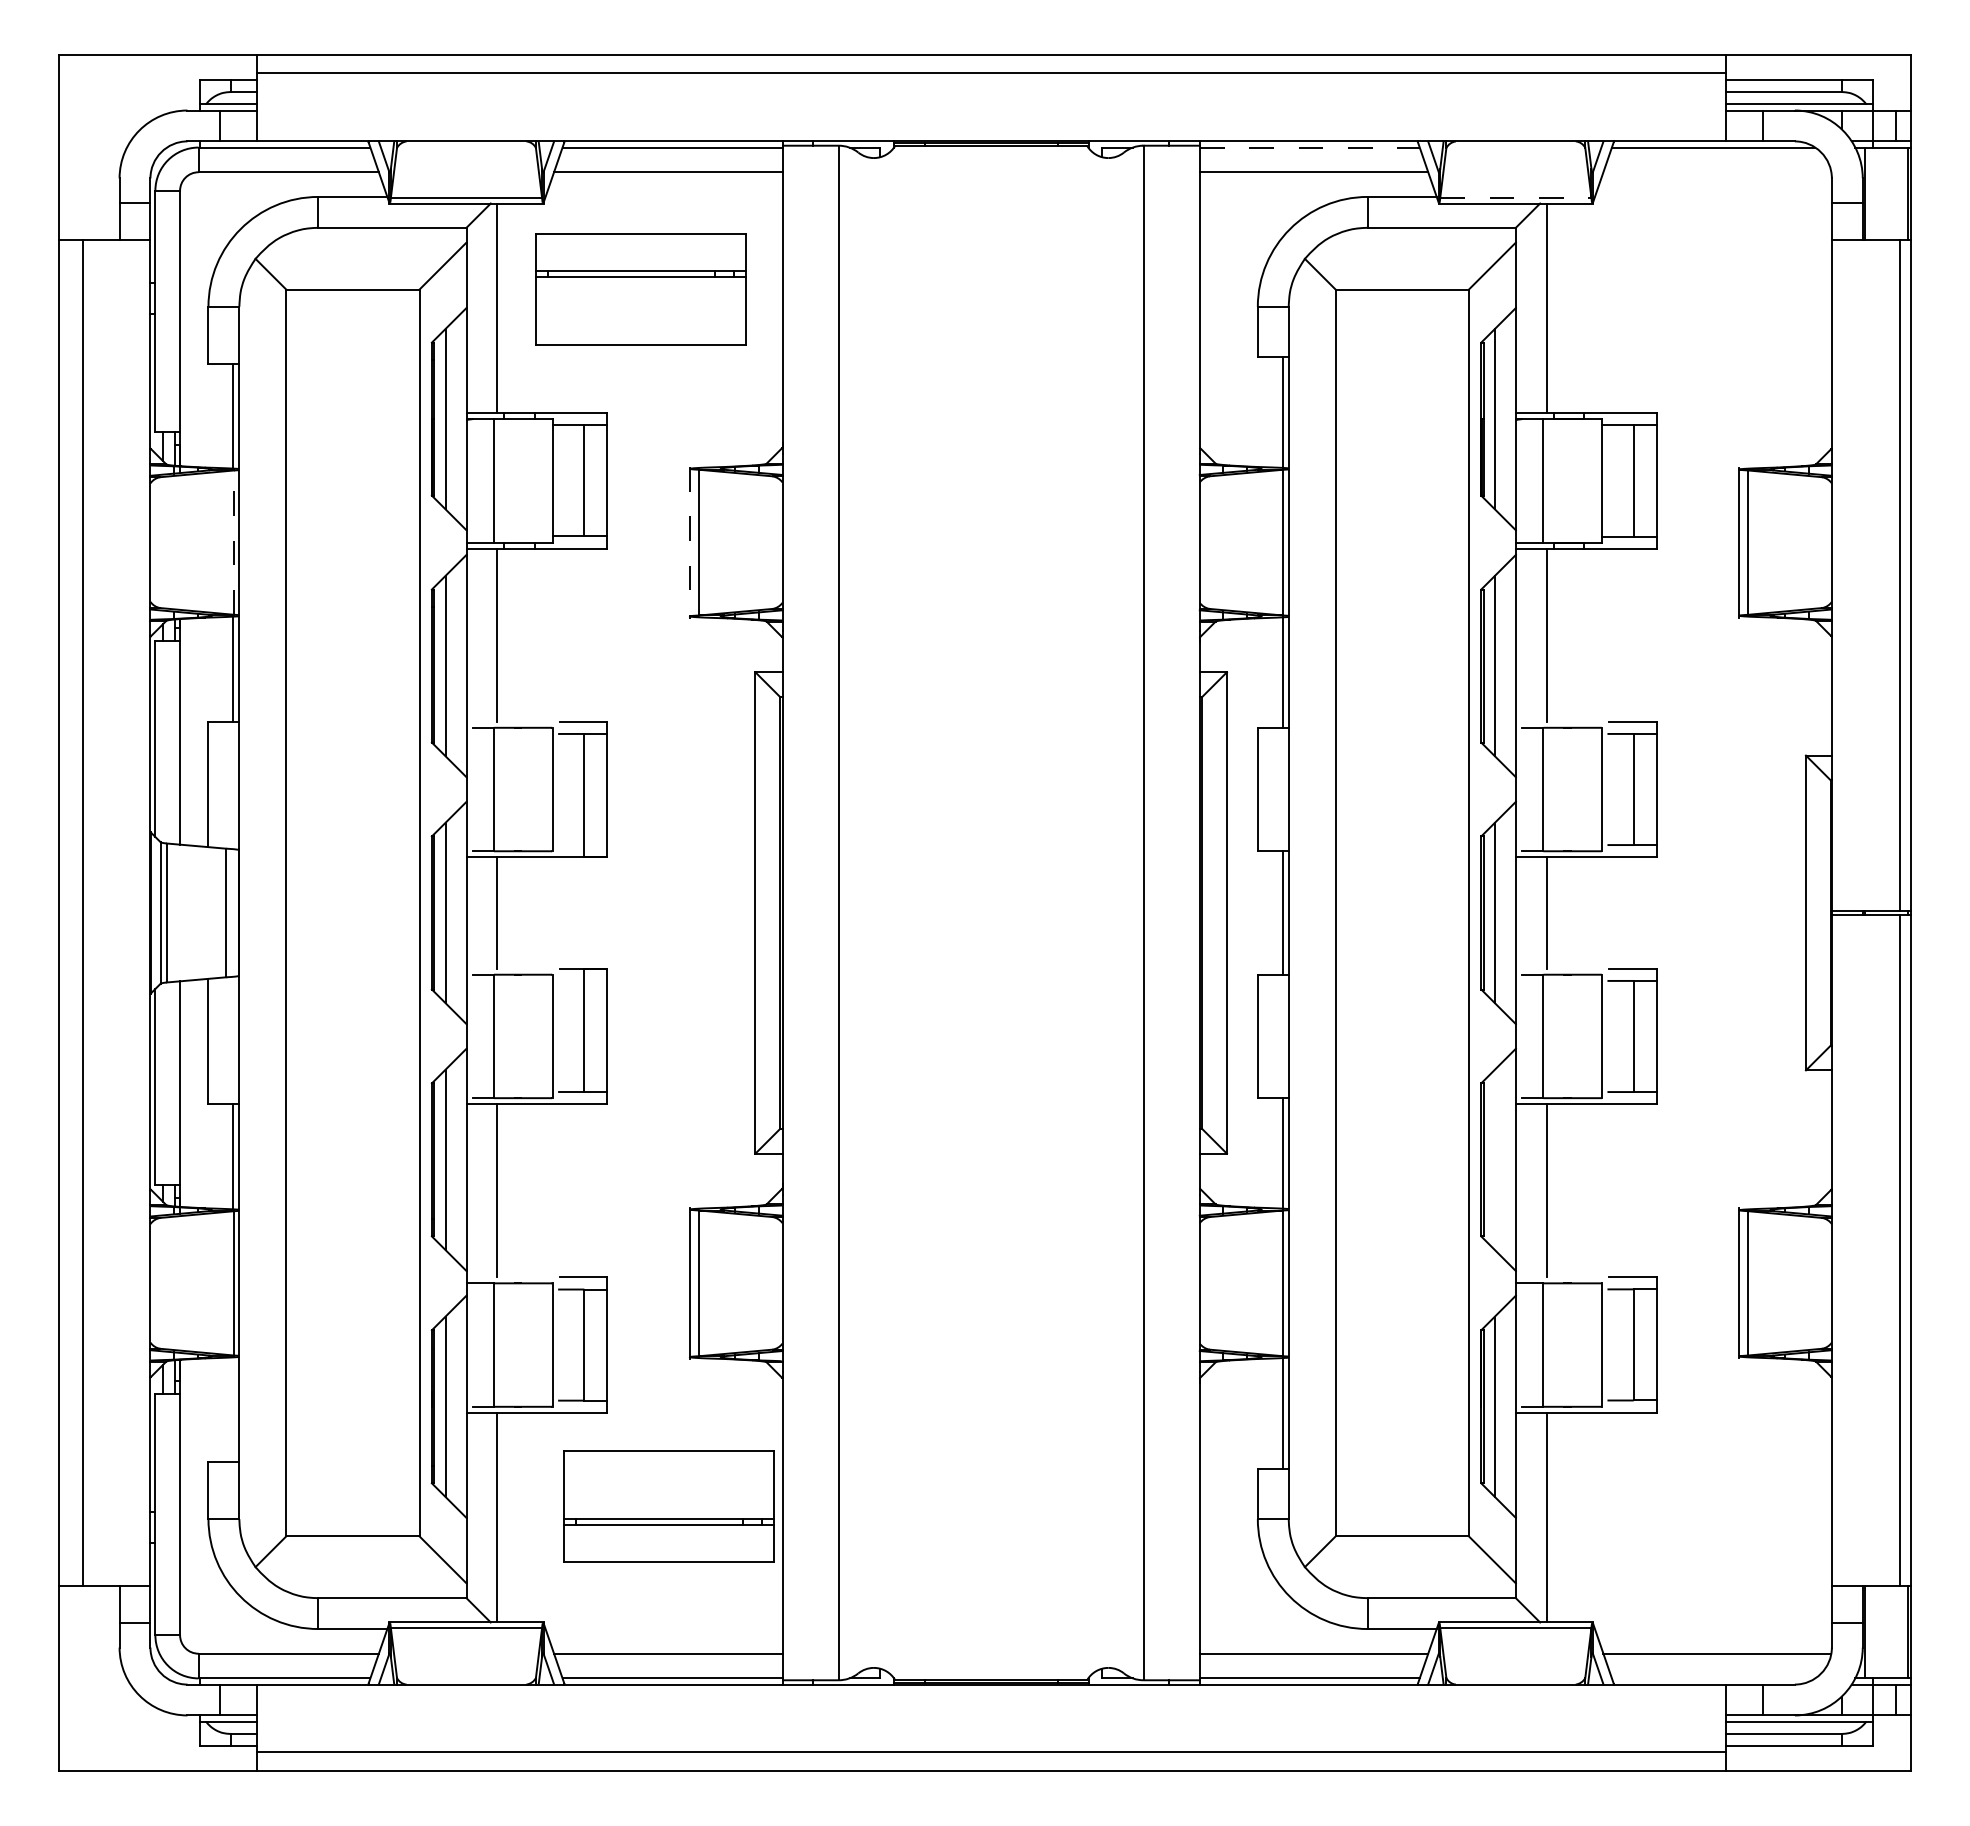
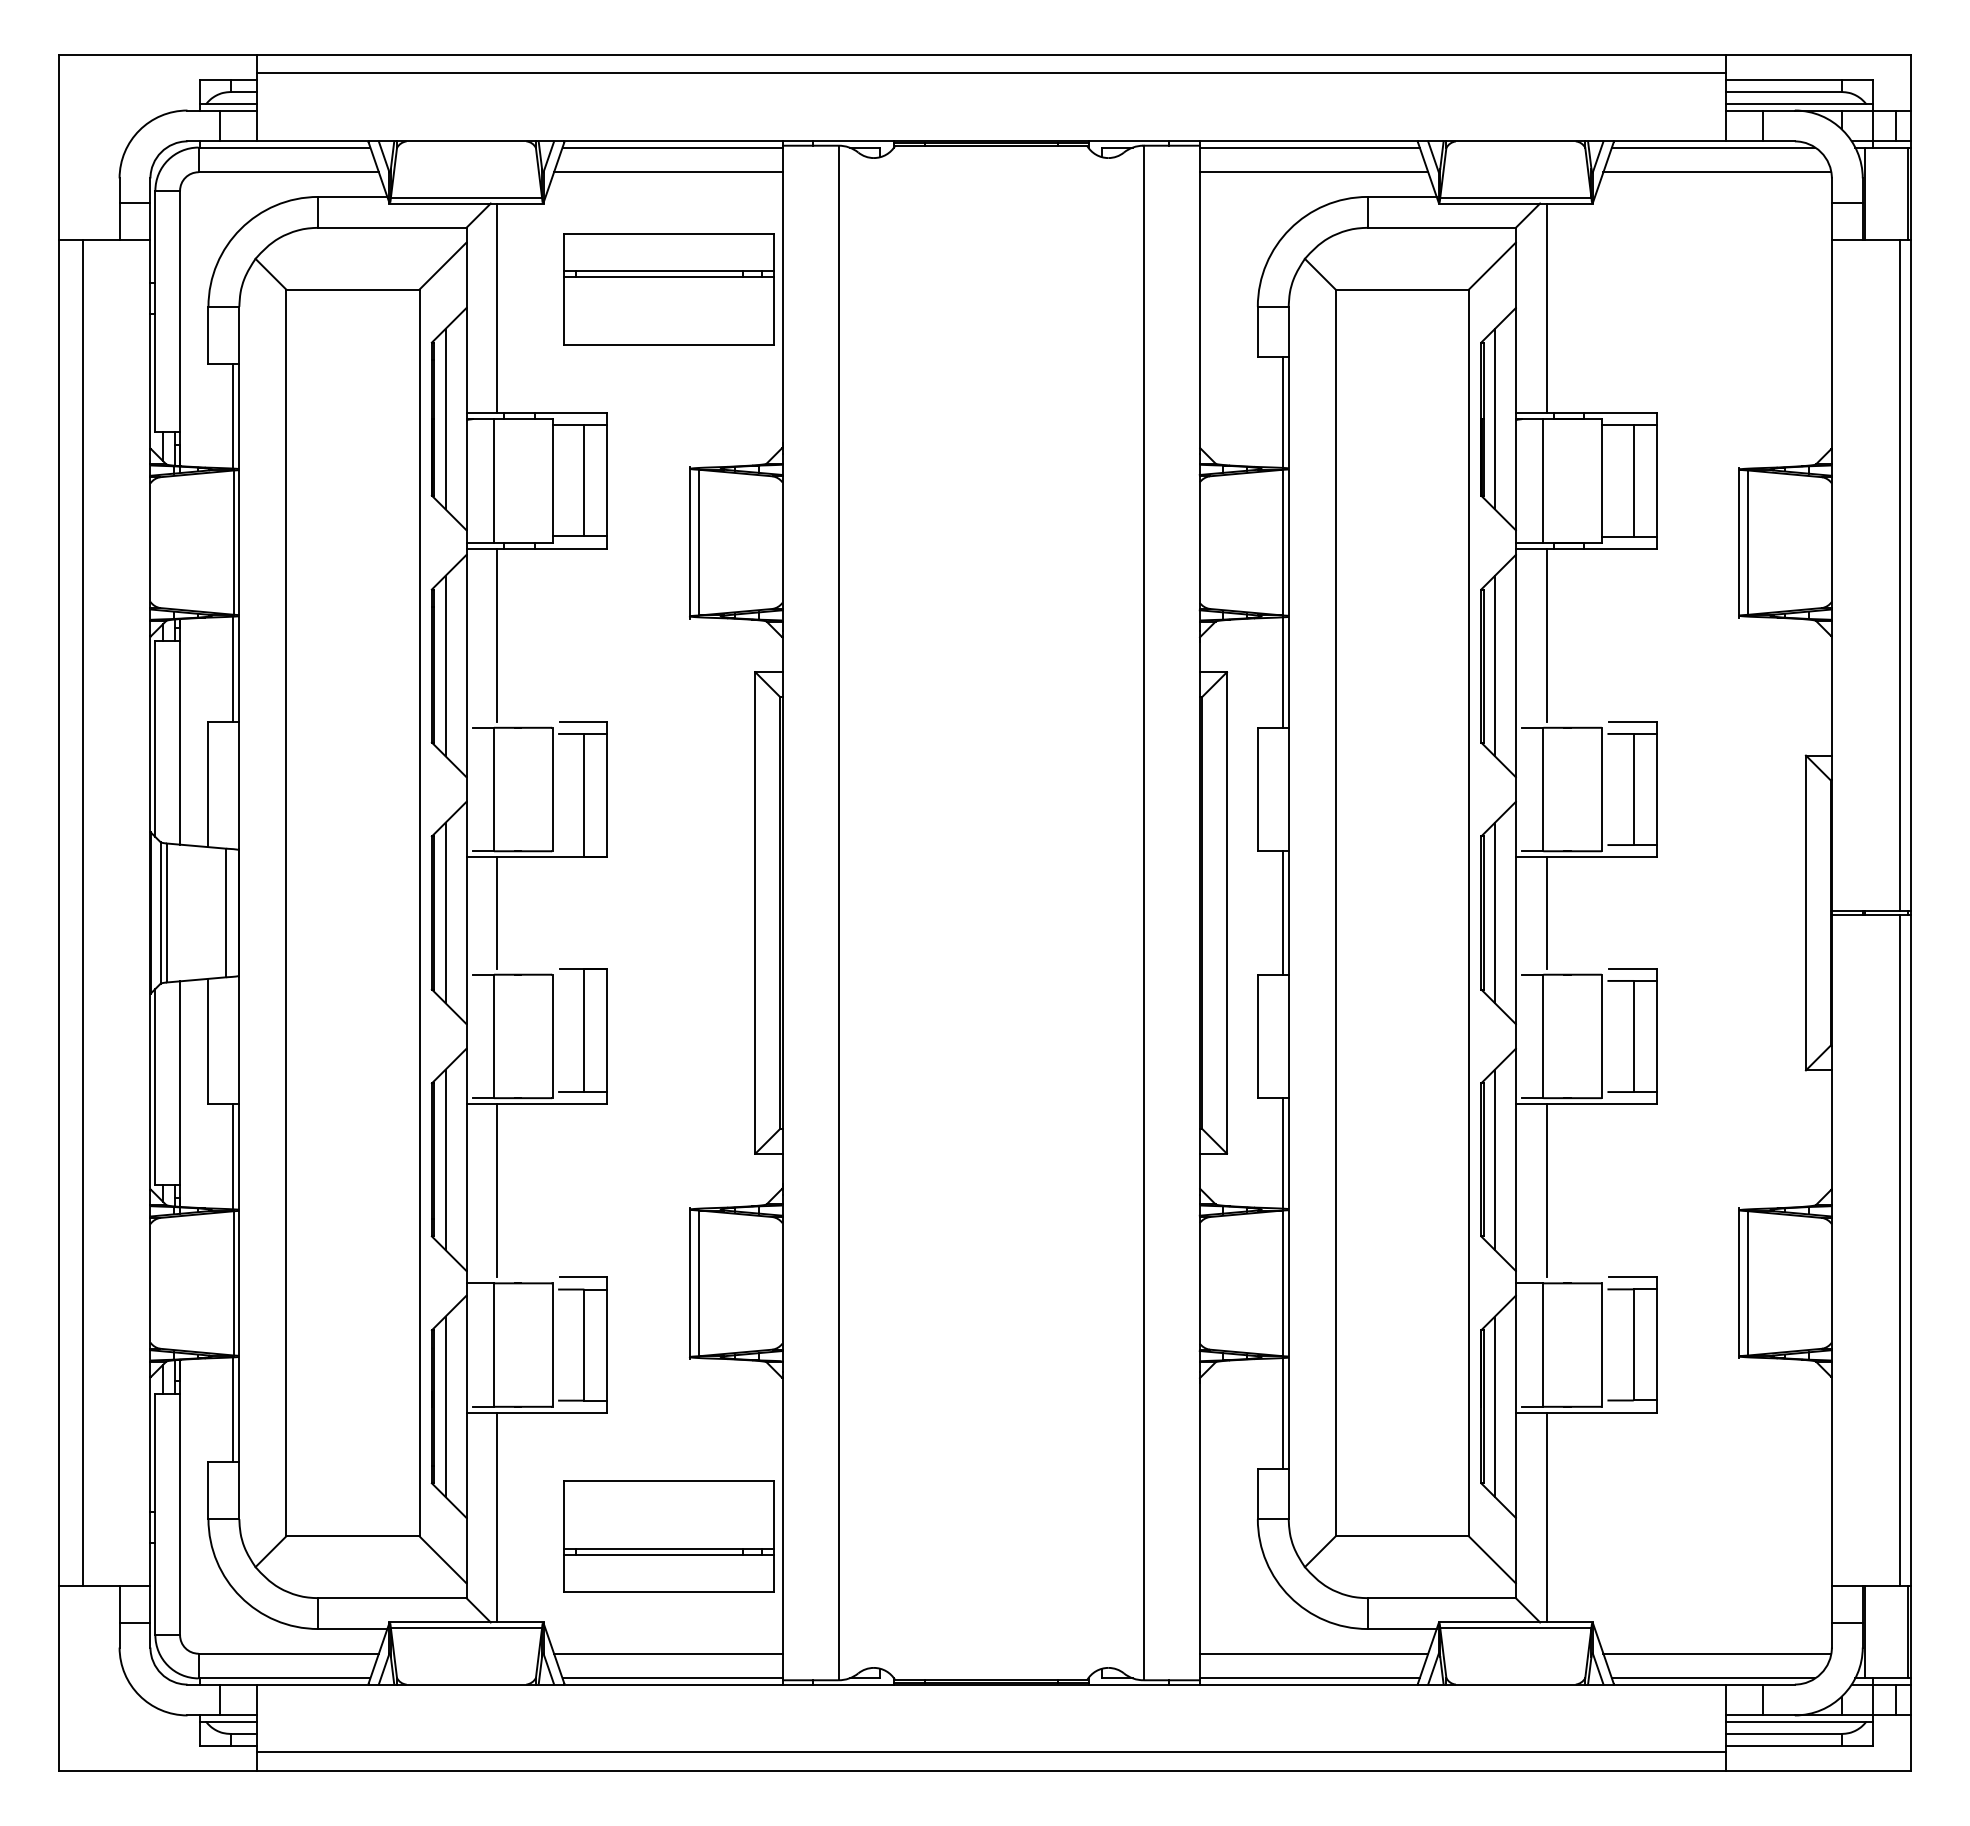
line at (1309, 147): dashed -> solid
line at (1717, 172): none -> present
line at (1515, 197): dashed -> solid
part at (640, 289) position: (640, 289) -> (668, 289)
line at (234, 542): dashed -> solid
line at (690, 542): dashed -> solid
line at (1494, 1159): none -> present
line at (233, 1409): none -> present
part at (668, 1506) position: (668, 1506) -> (668, 1536)
line at (1713, 1678): none -> present
